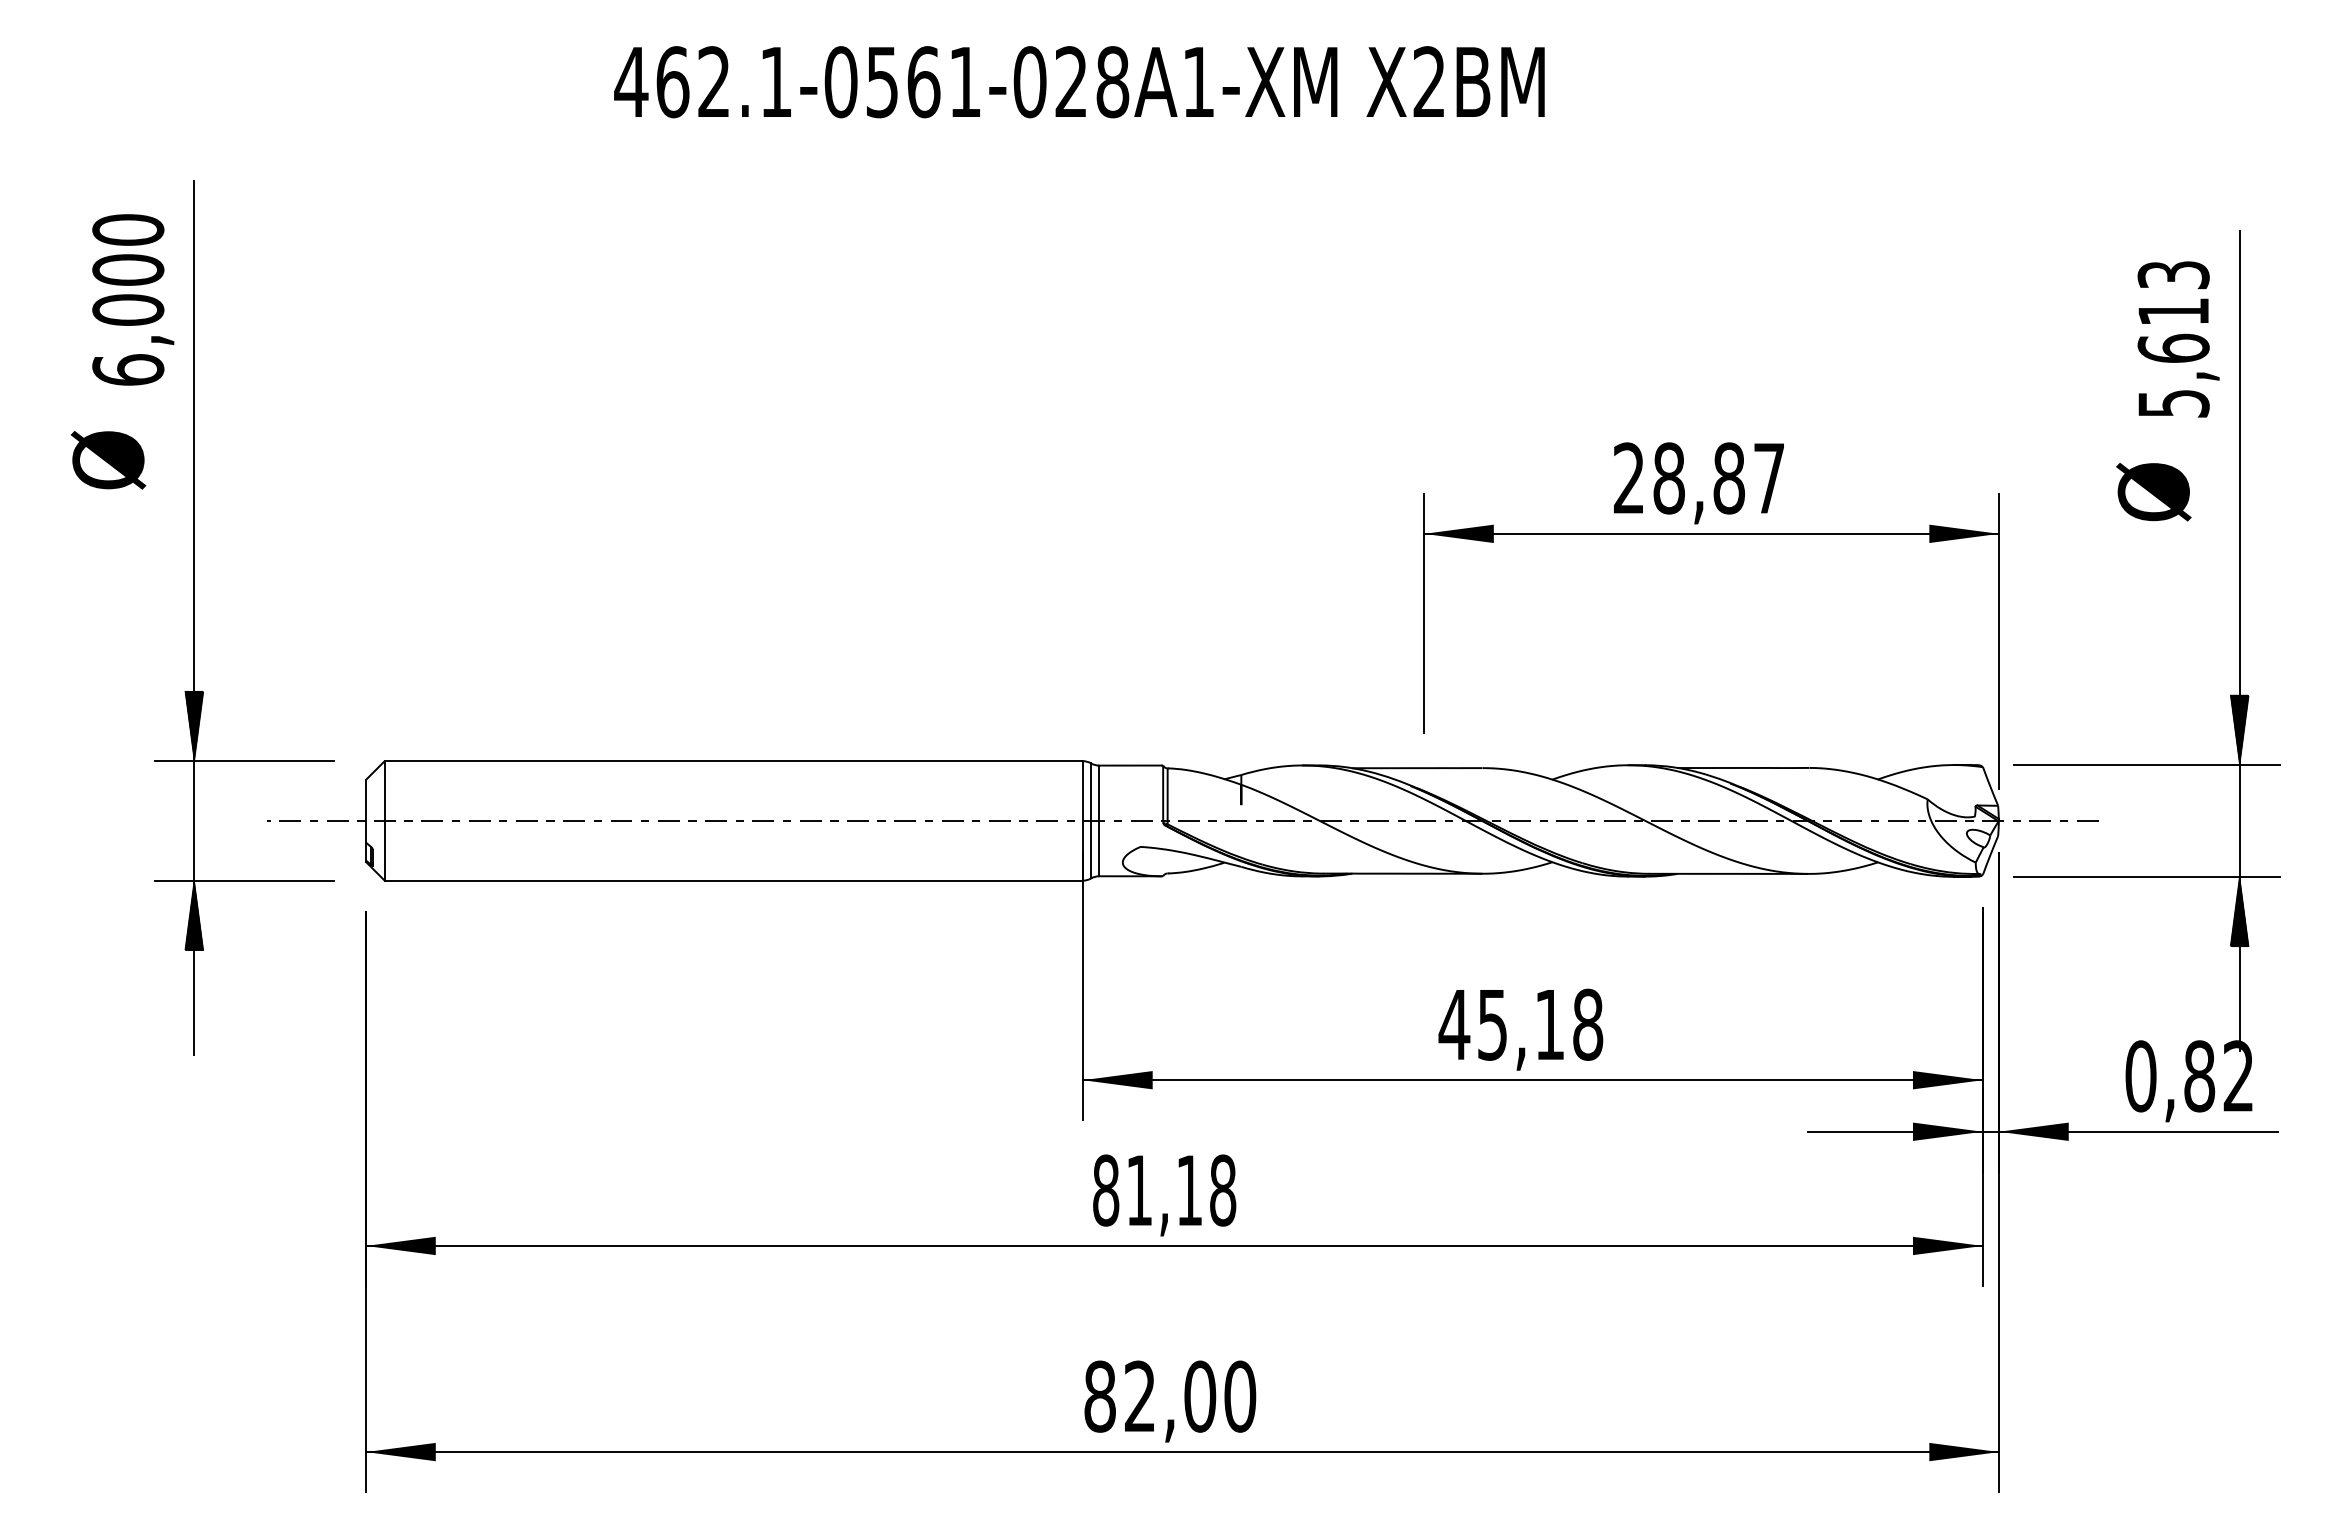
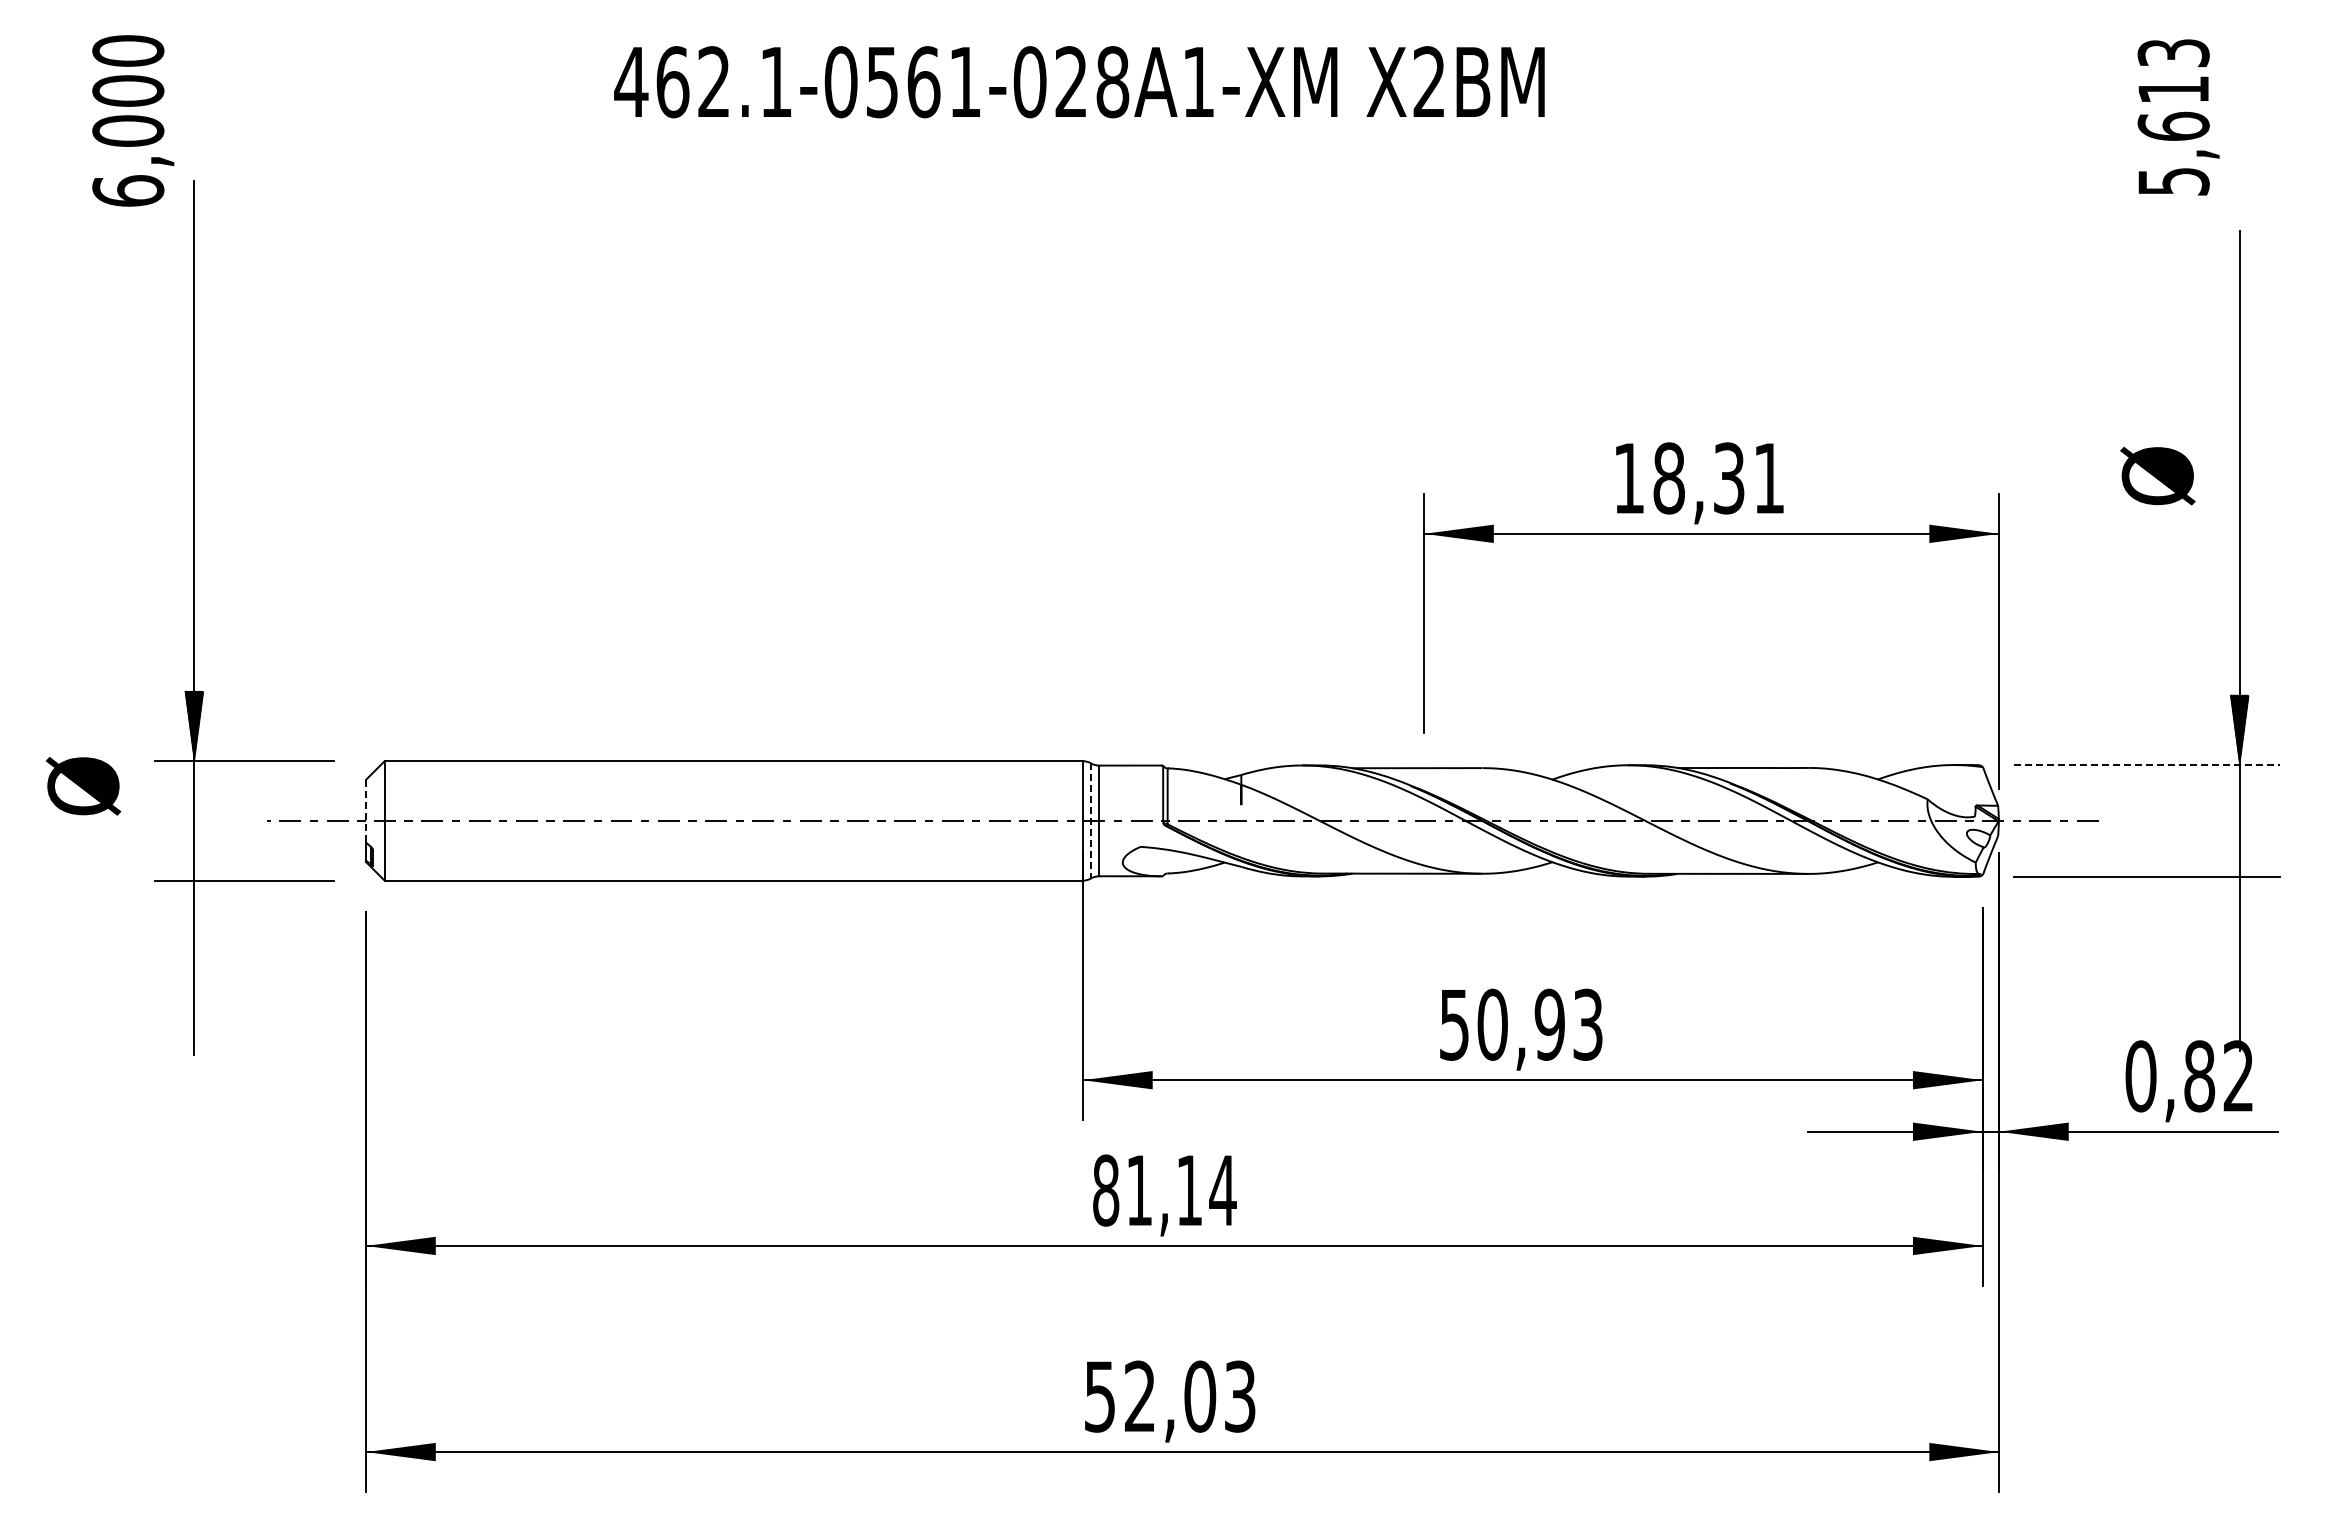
text at (133, 299) position: (133, 299) -> (133, 120)
text at (2178, 339) position: (2178, 339) -> (2178, 117)
text at (108, 460) position: (108, 460) -> (83, 786)
text at (1698, 478): 28,87 -> 18,31
text at (2153, 492) position: (2153, 492) -> (2157, 476)
line at (2146, 765): solid -> dashed
line at (366, 811): solid -> dashed
line at (1091, 820): solid -> dashed
hatch at (2239, 911): present -> none
hatch at (194, 915): present -> none
text at (1520, 1024): 45,18 -> 50,93
text at (1222, 1190): 81,18 -> 81,14
text at (1170, 1396): 82,00 -> 52,03
